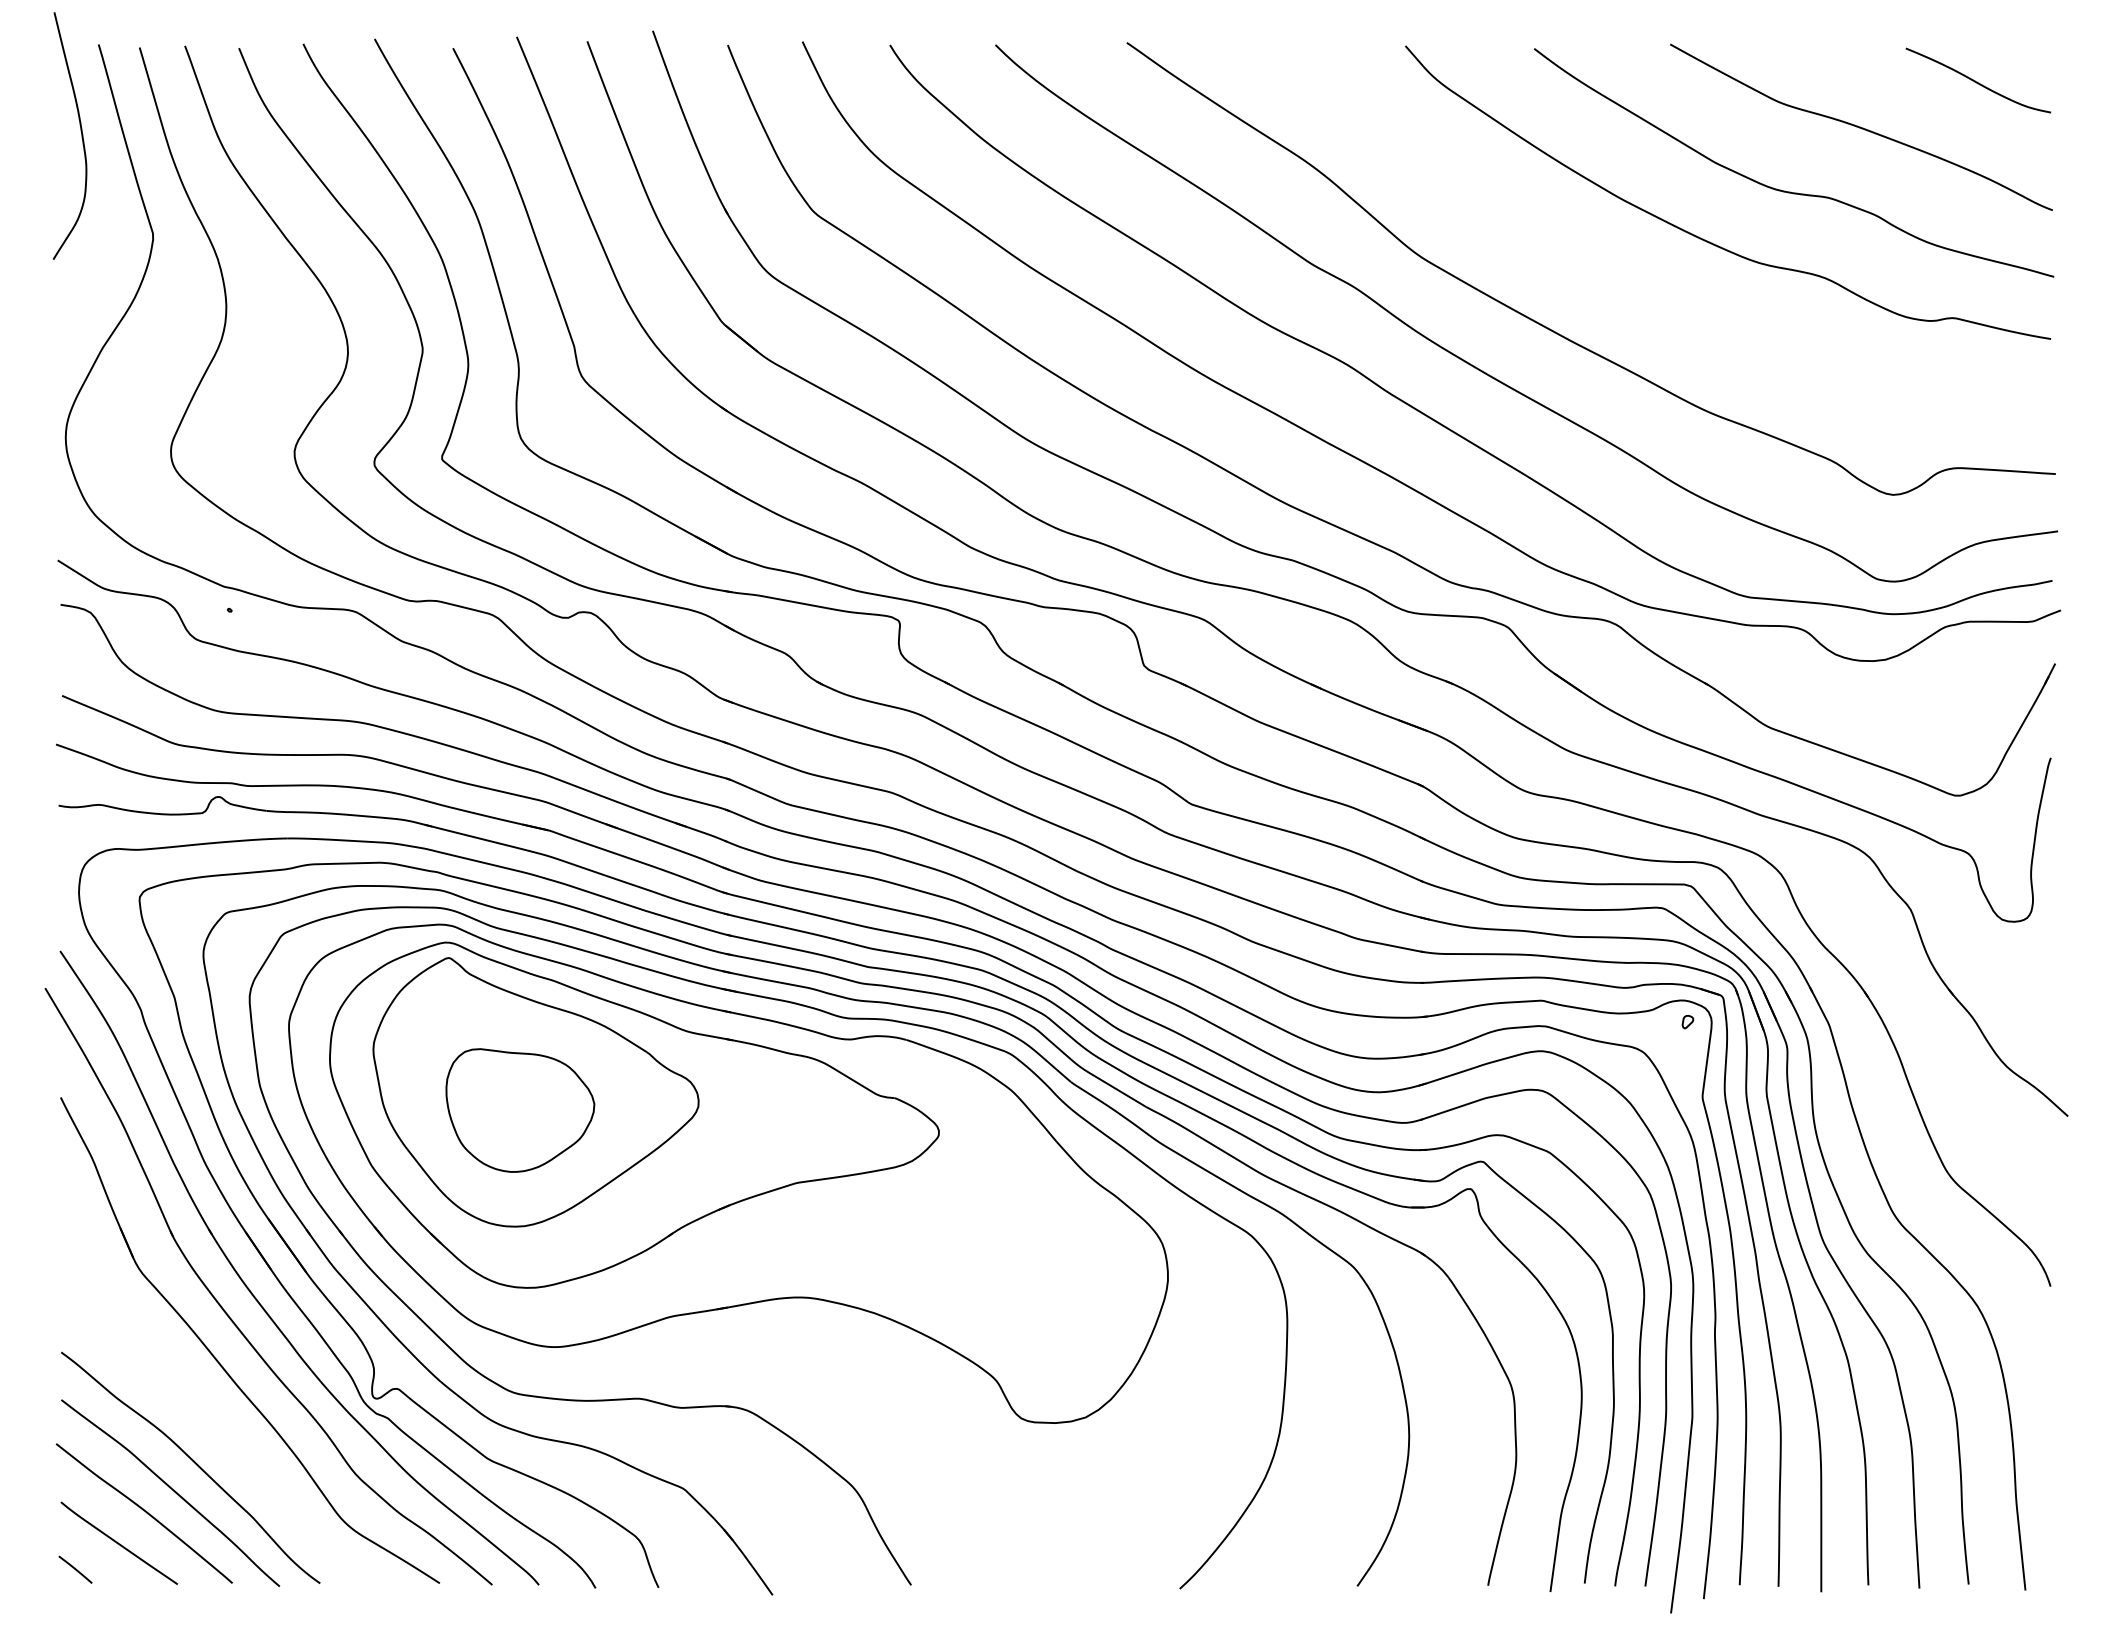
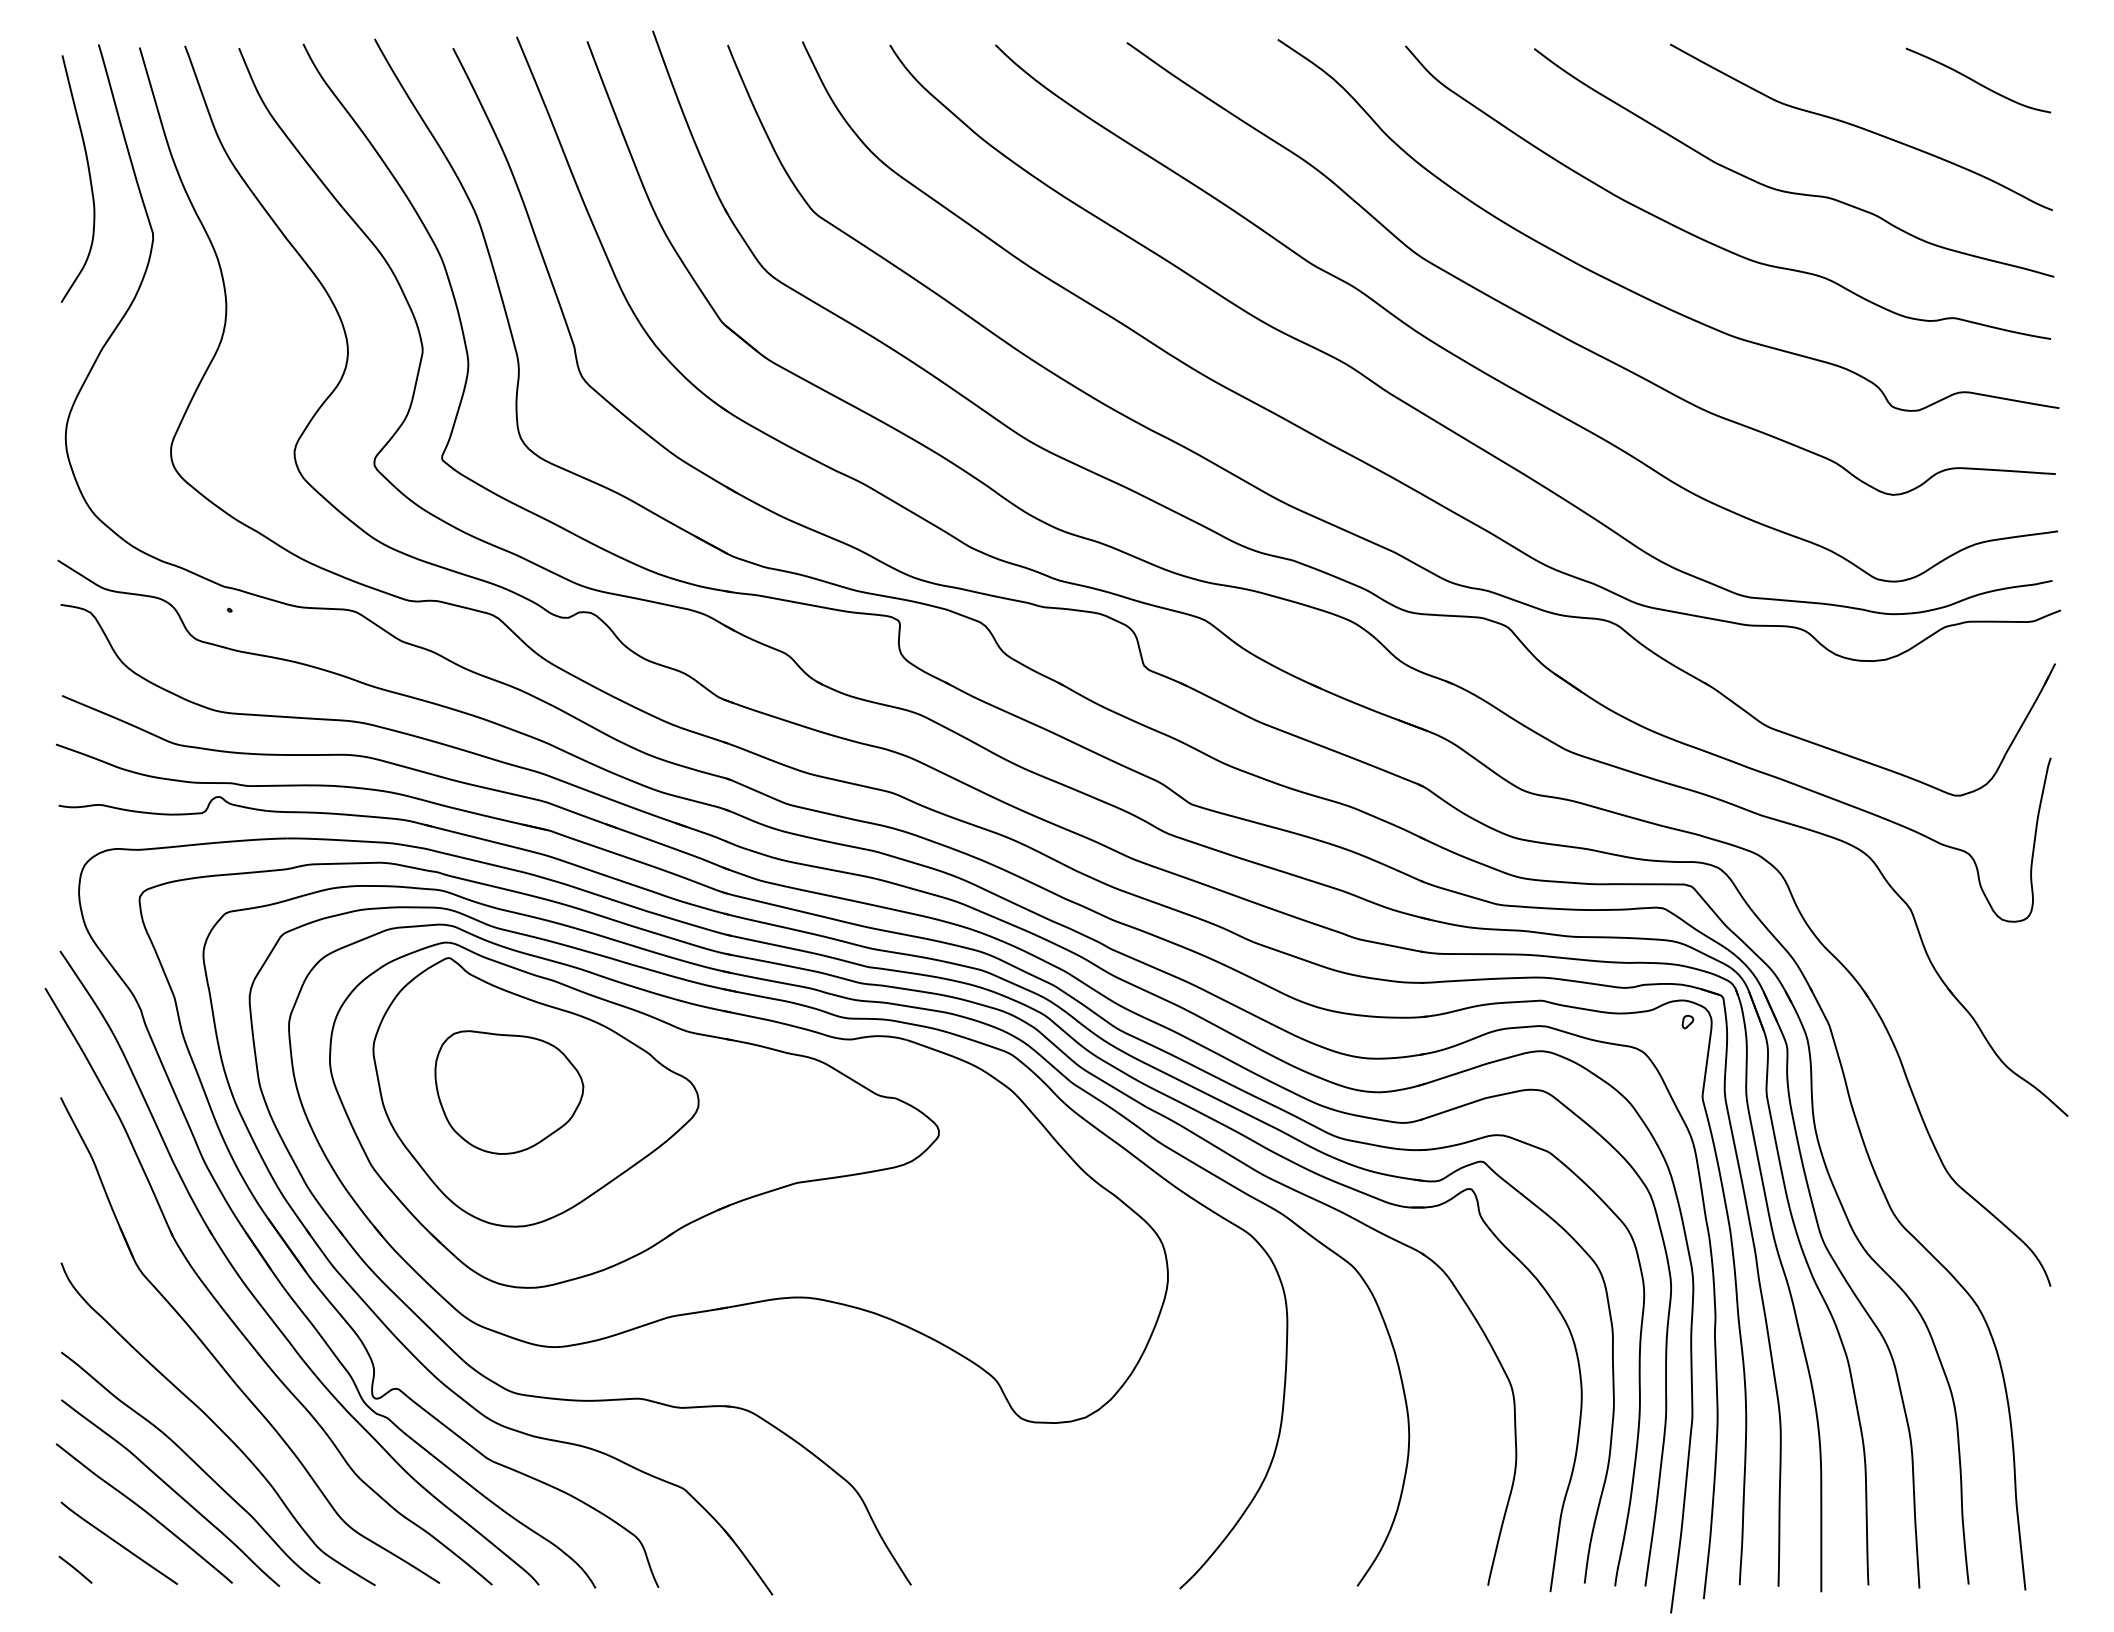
curve at (80, 131) position: (80, 131) -> (88, 174)
curve at (1634, 291): none -> present
part at (520, 1110) position: (520, 1110) -> (509, 1092)
curve at (217, 1424): none -> present
